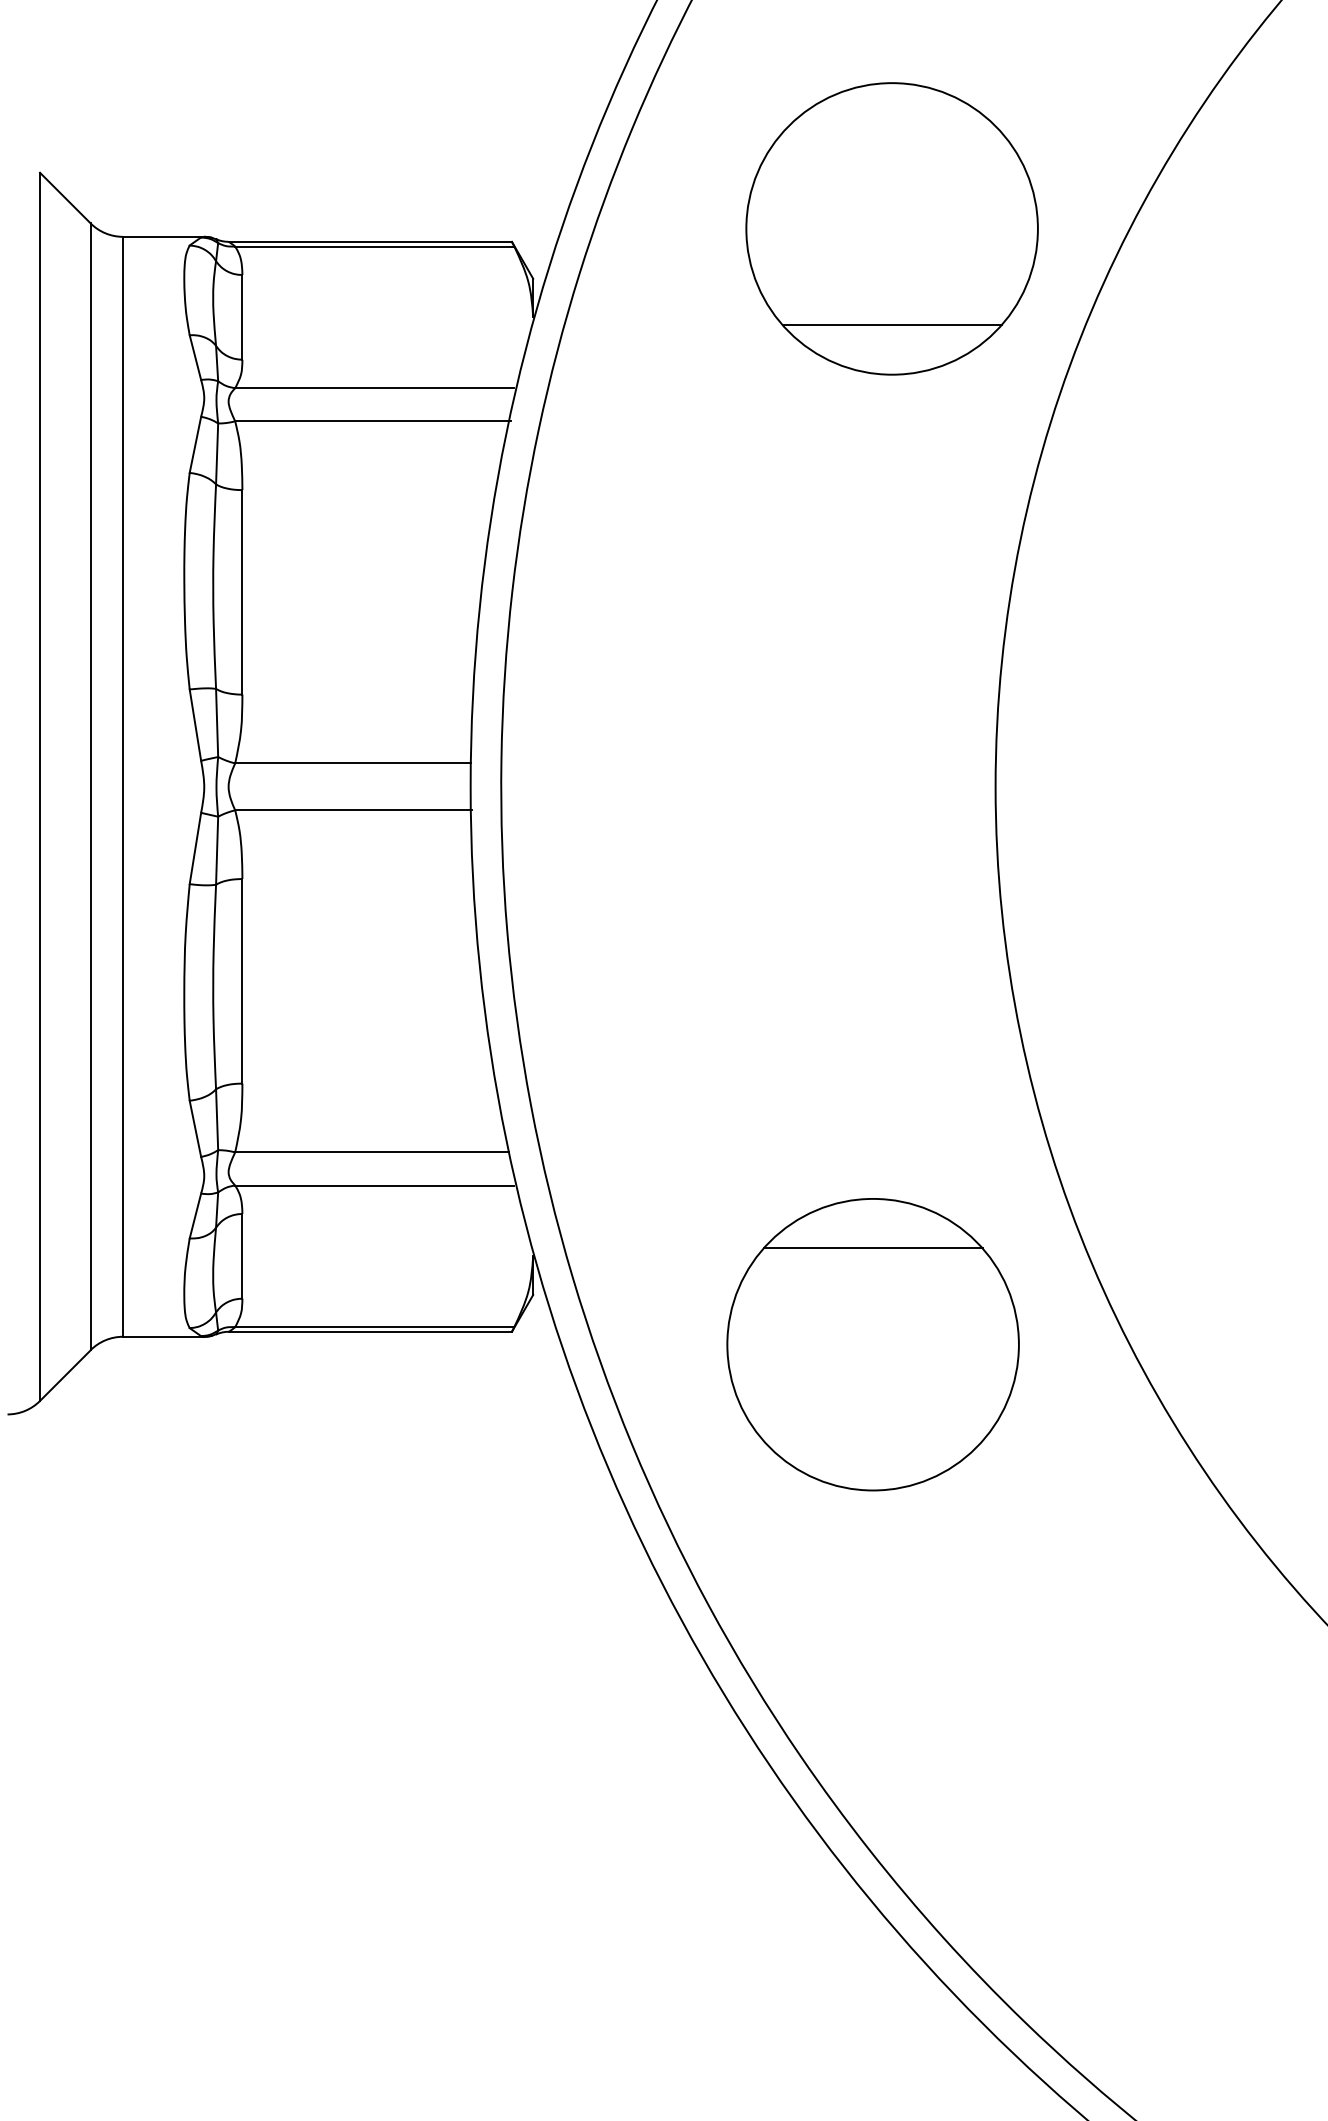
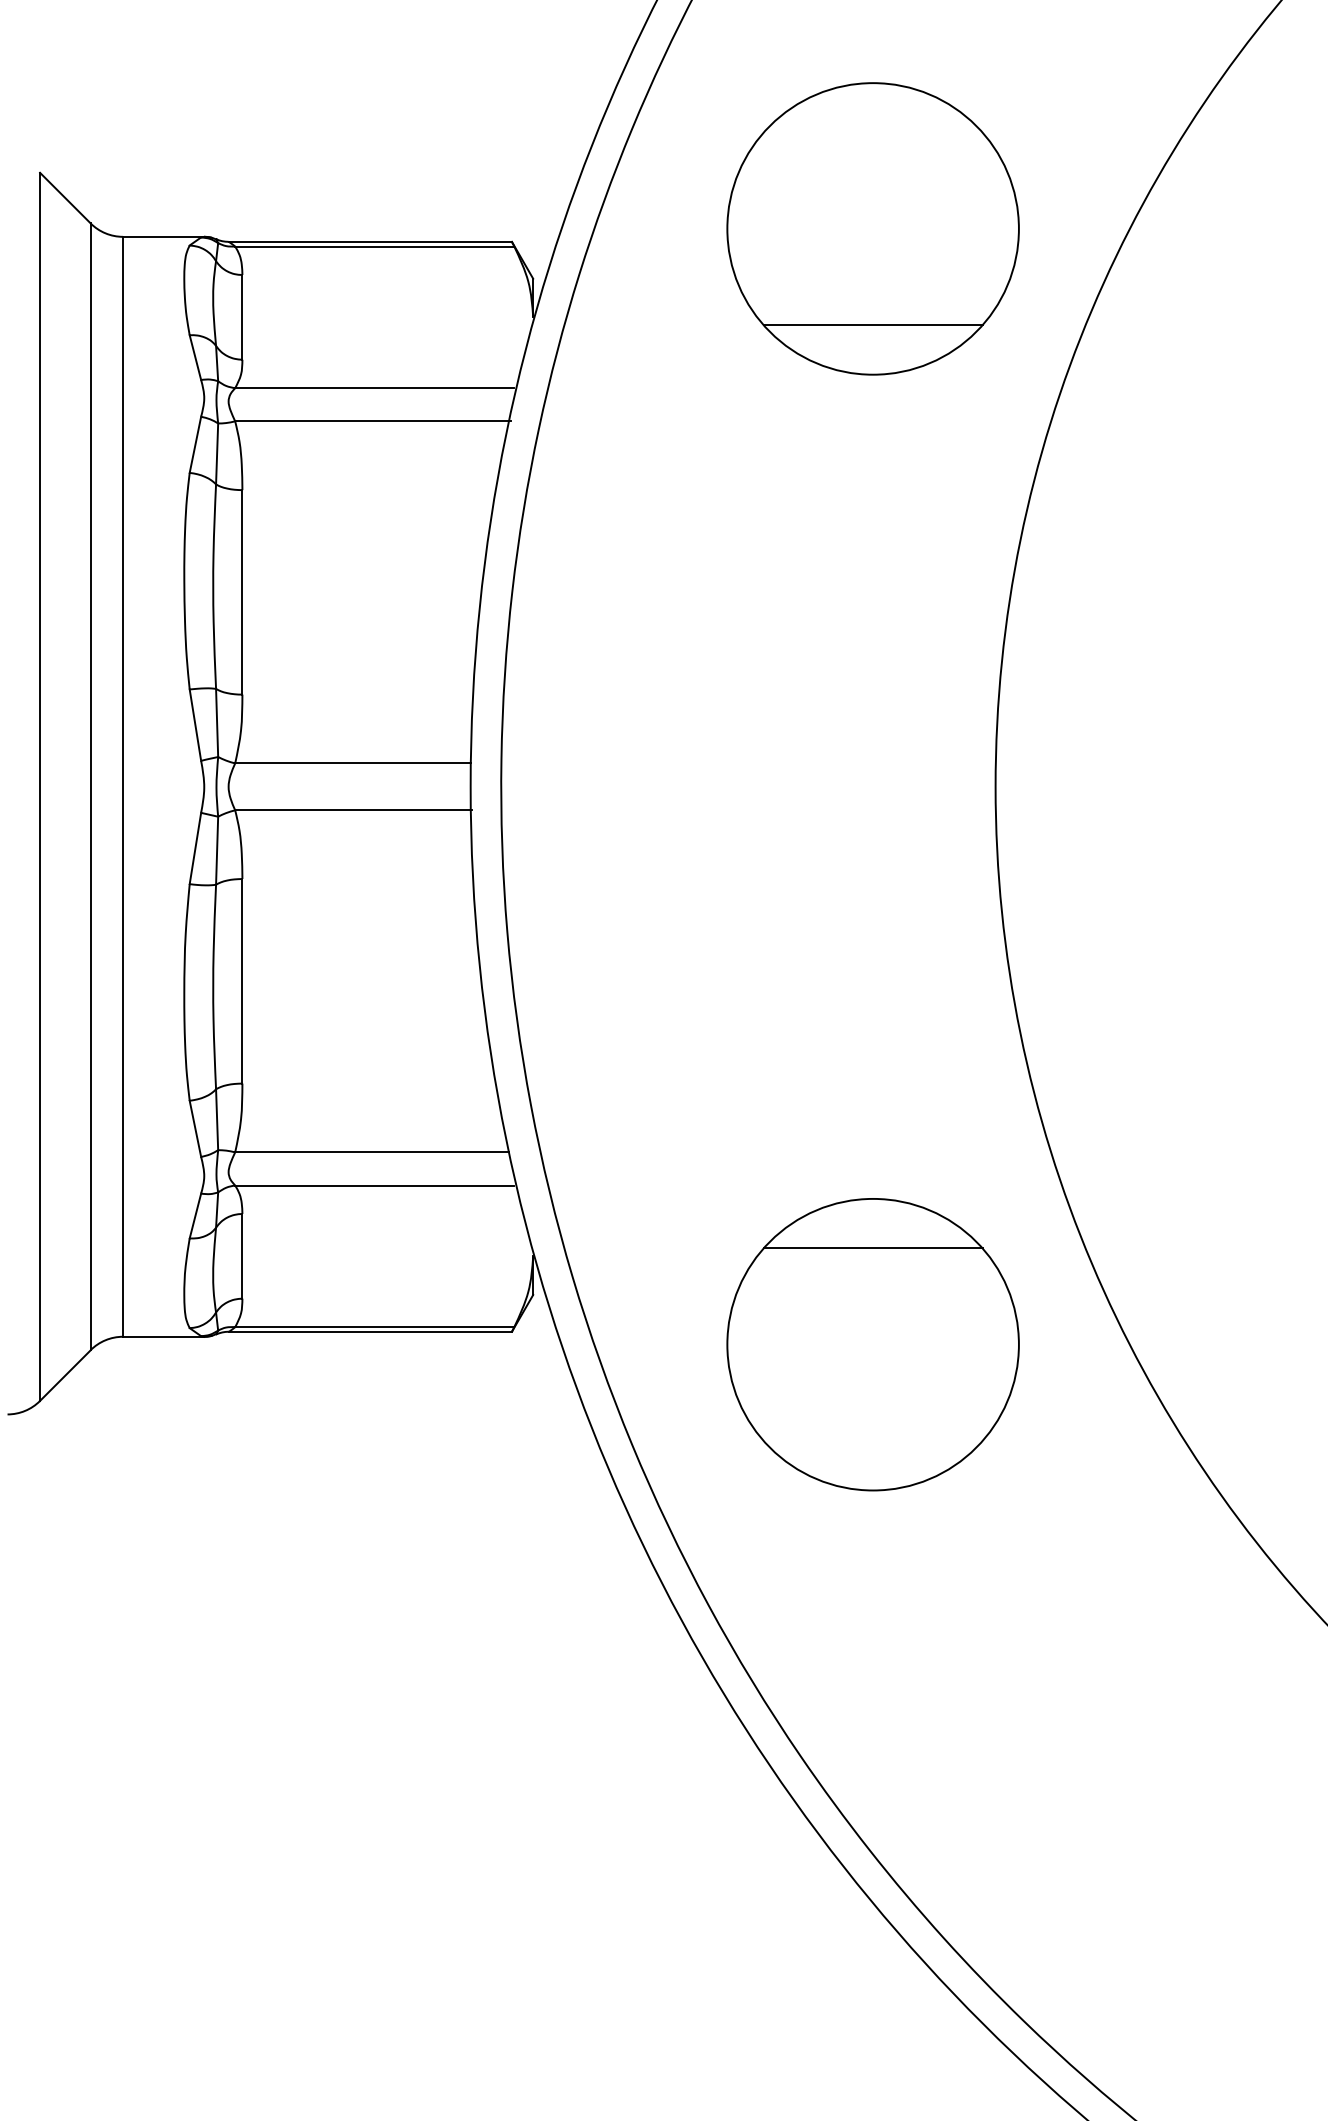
part at (891, 228) position: (891, 228) -> (872, 228)
